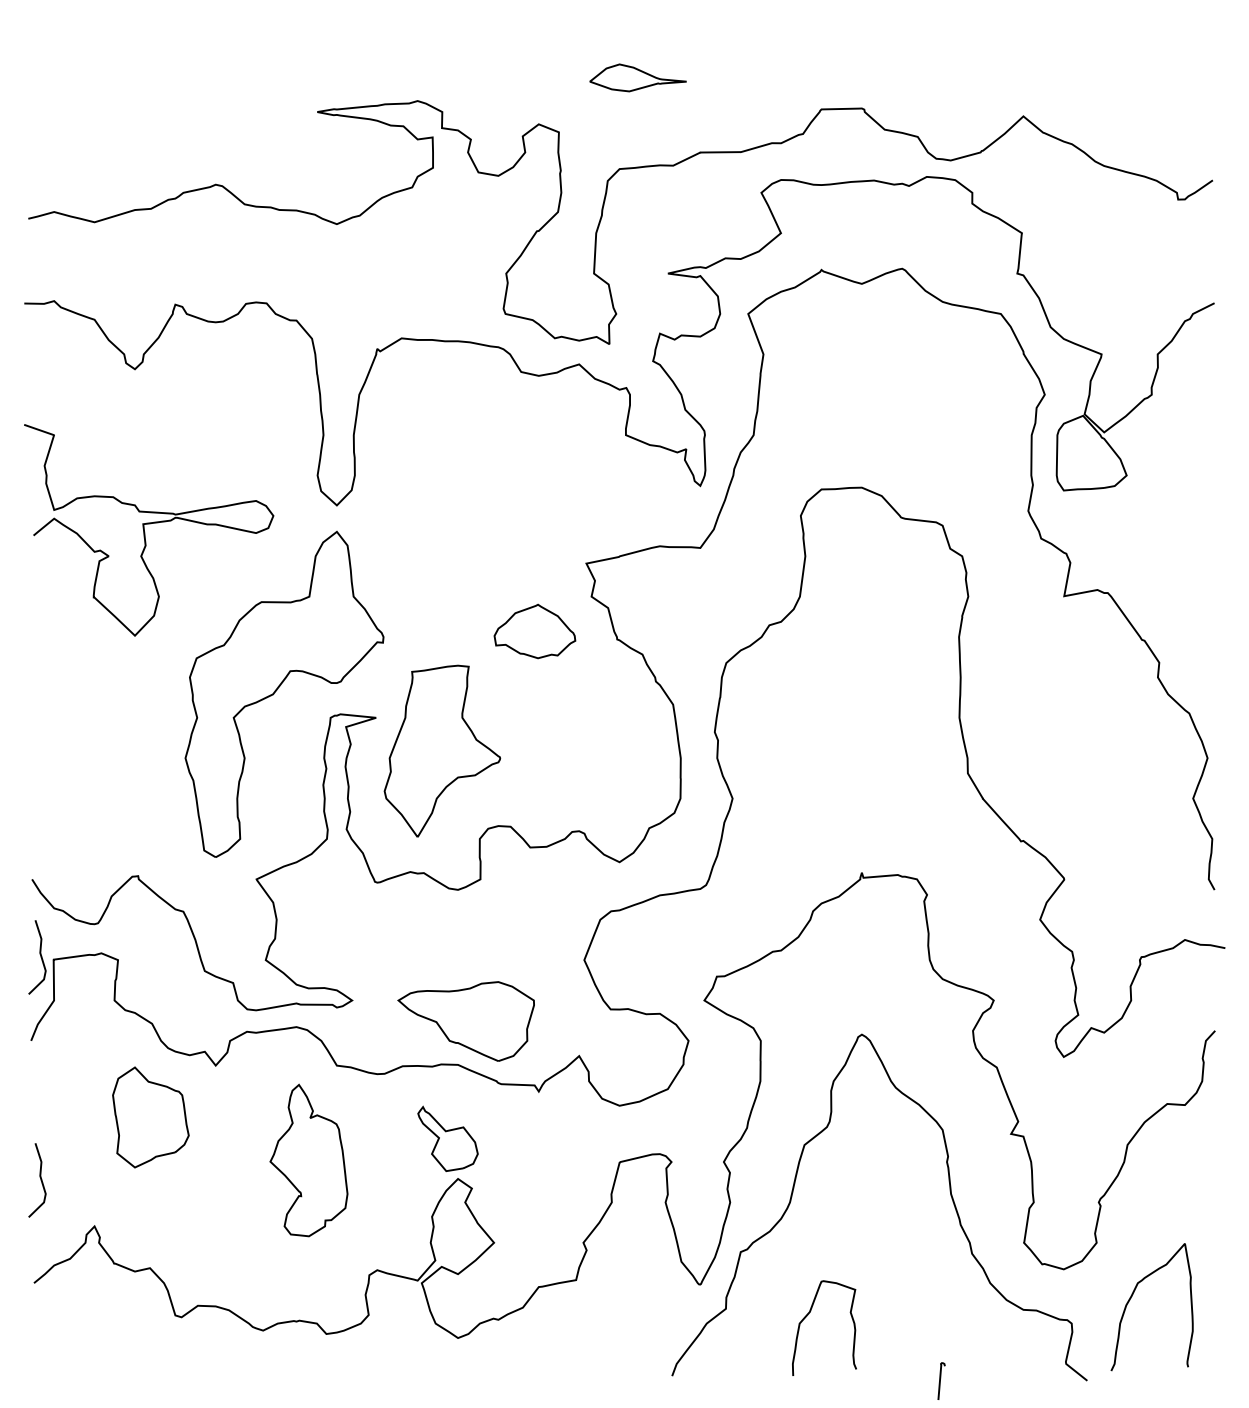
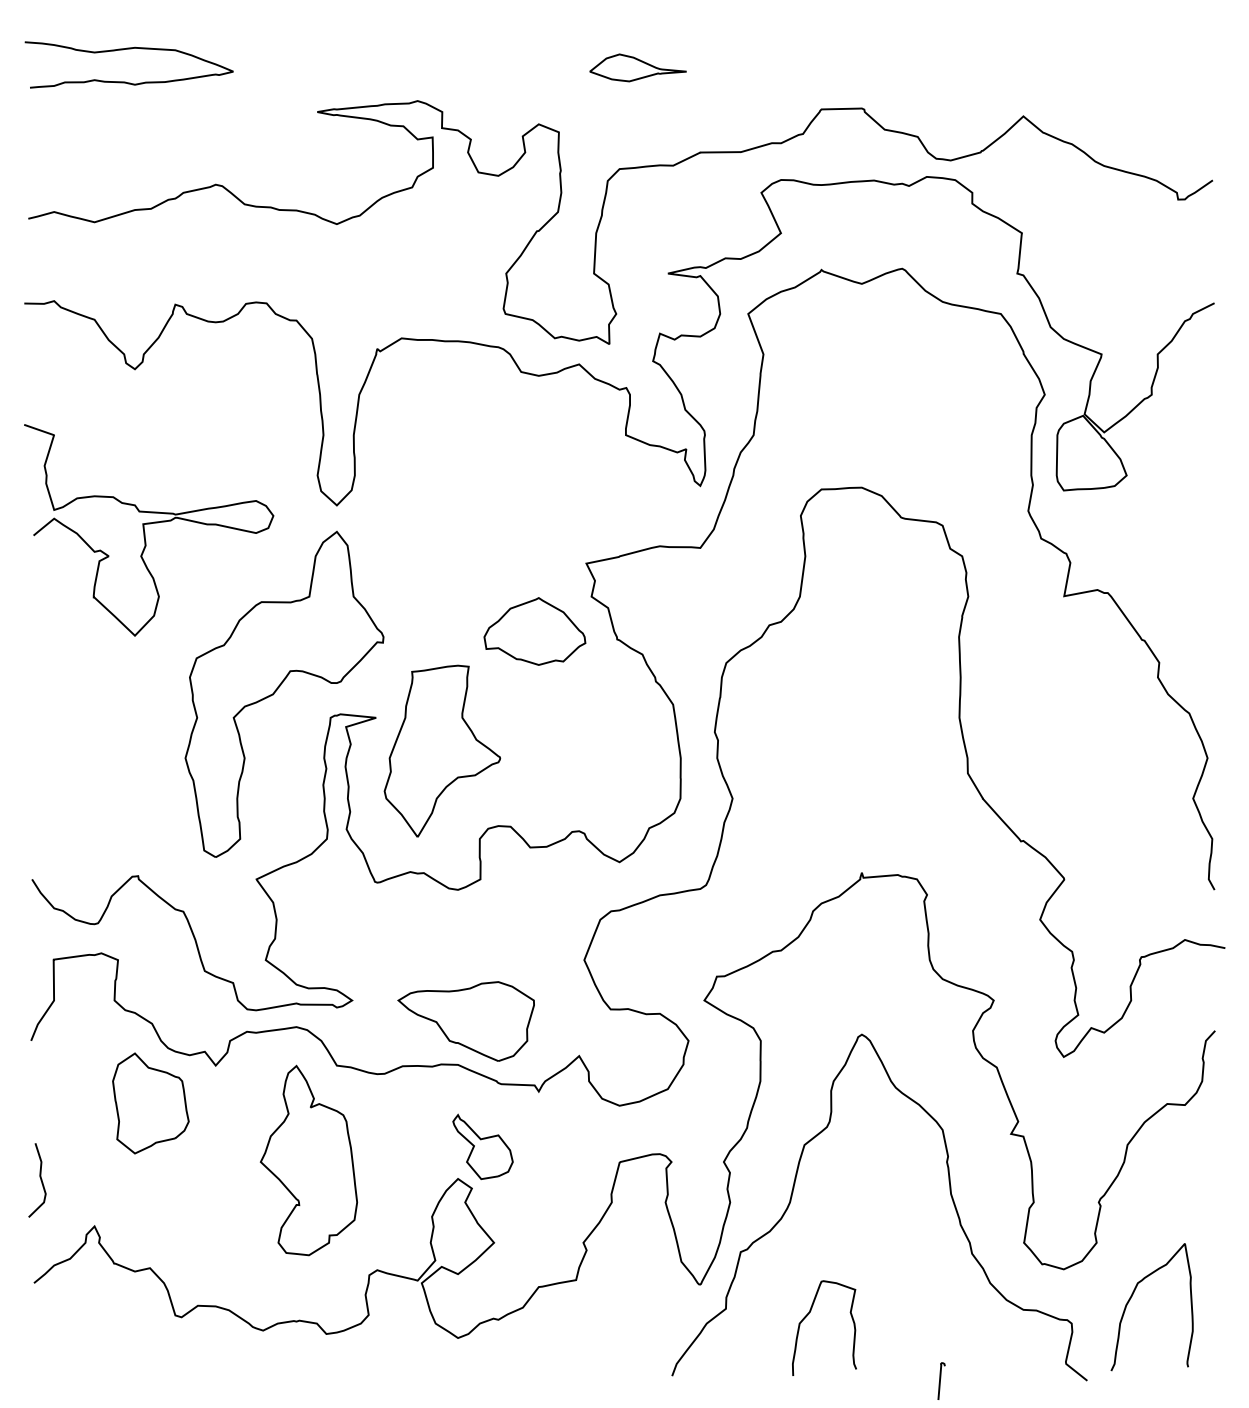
curve at (123, 50): none -> present
part at (637, 77) position: (637, 77) -> (637, 67)
part at (534, 631) size: 84x57 px -> 104x69 px
curve at (40, 957): present -> none
part at (150, 1117) position: (150, 1117) -> (150, 1103)
part at (447, 1138) position: (447, 1138) -> (482, 1146)
part at (308, 1160) size: 80x155 px -> 100x193 px
